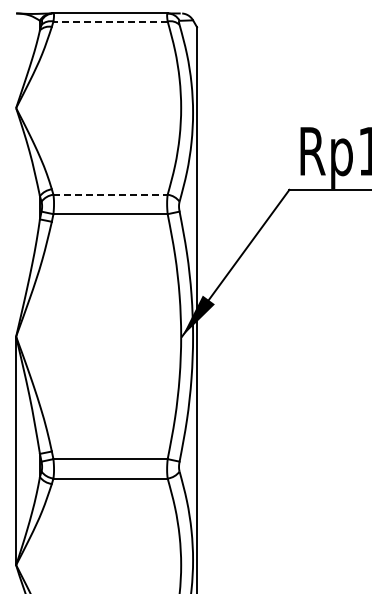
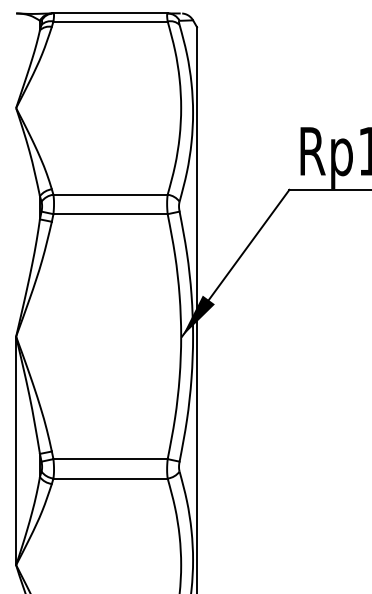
line at (110, 21): dashed -> solid
line at (111, 194): dashed -> solid
